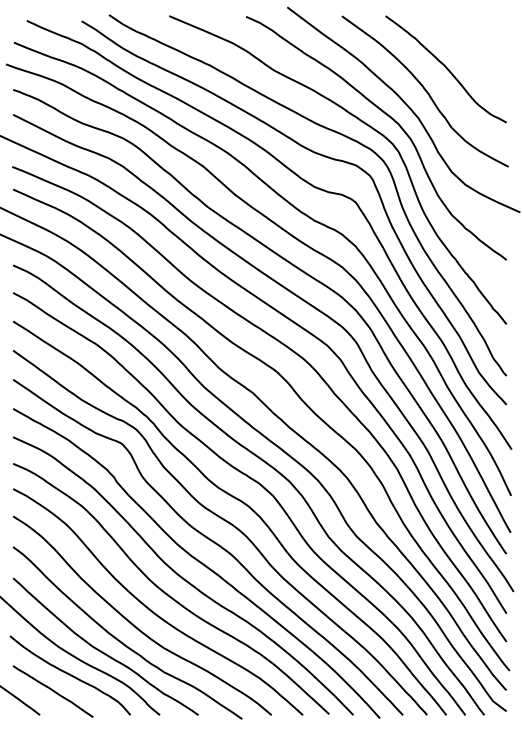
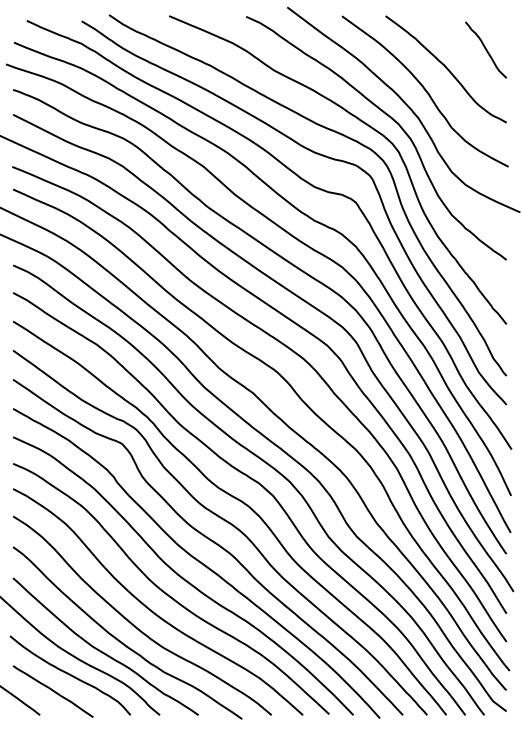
curve at (485, 49): none -> present
